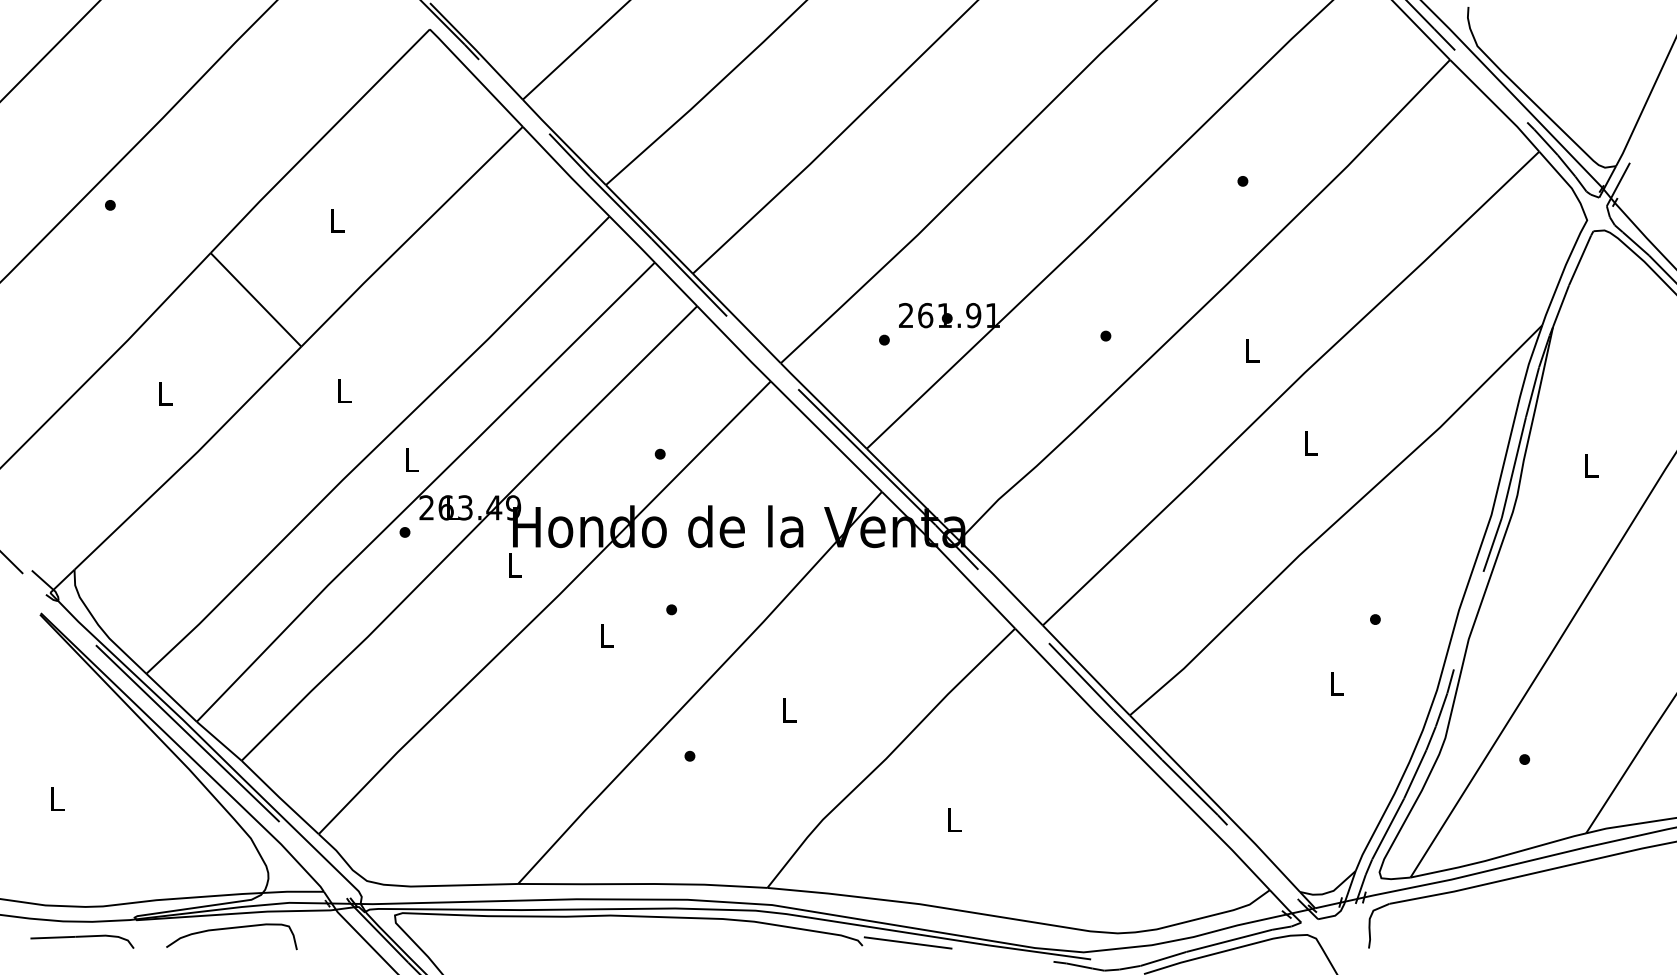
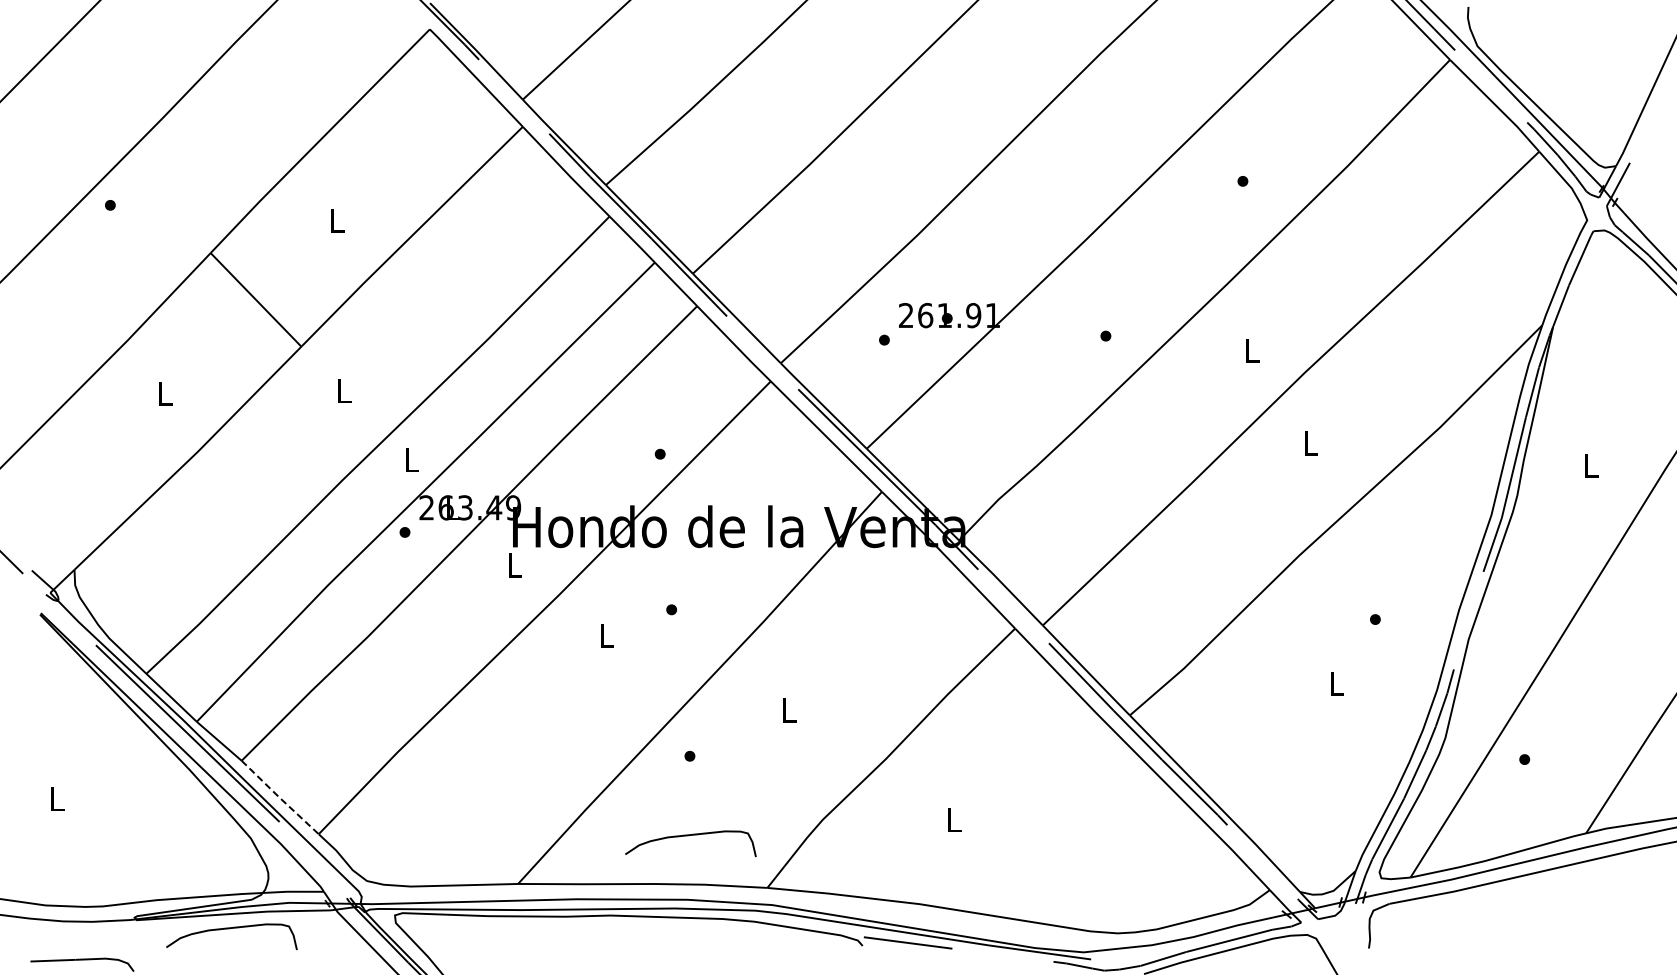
line at (279, 797): solid -> dashed
curve at (688, 836): none -> present
part at (82, 941) position: (82, 941) -> (82, 964)
